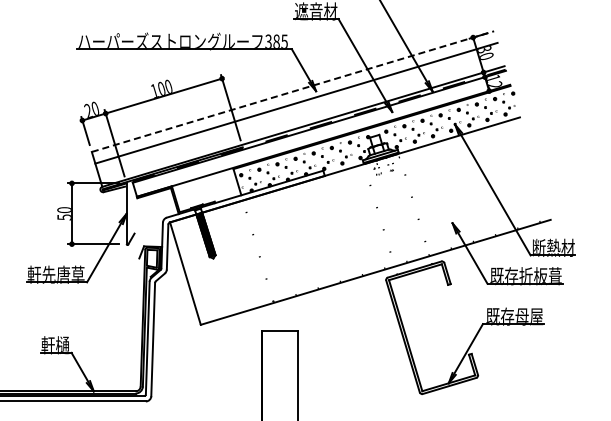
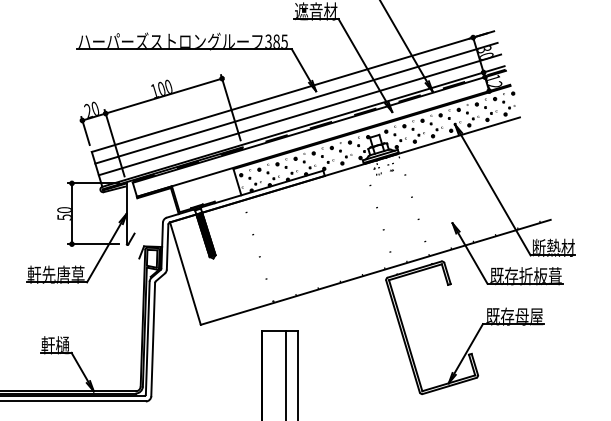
line at (292, 91): dashed -> solid
line at (299, 114): none -> present
line at (285, 373): none -> present
